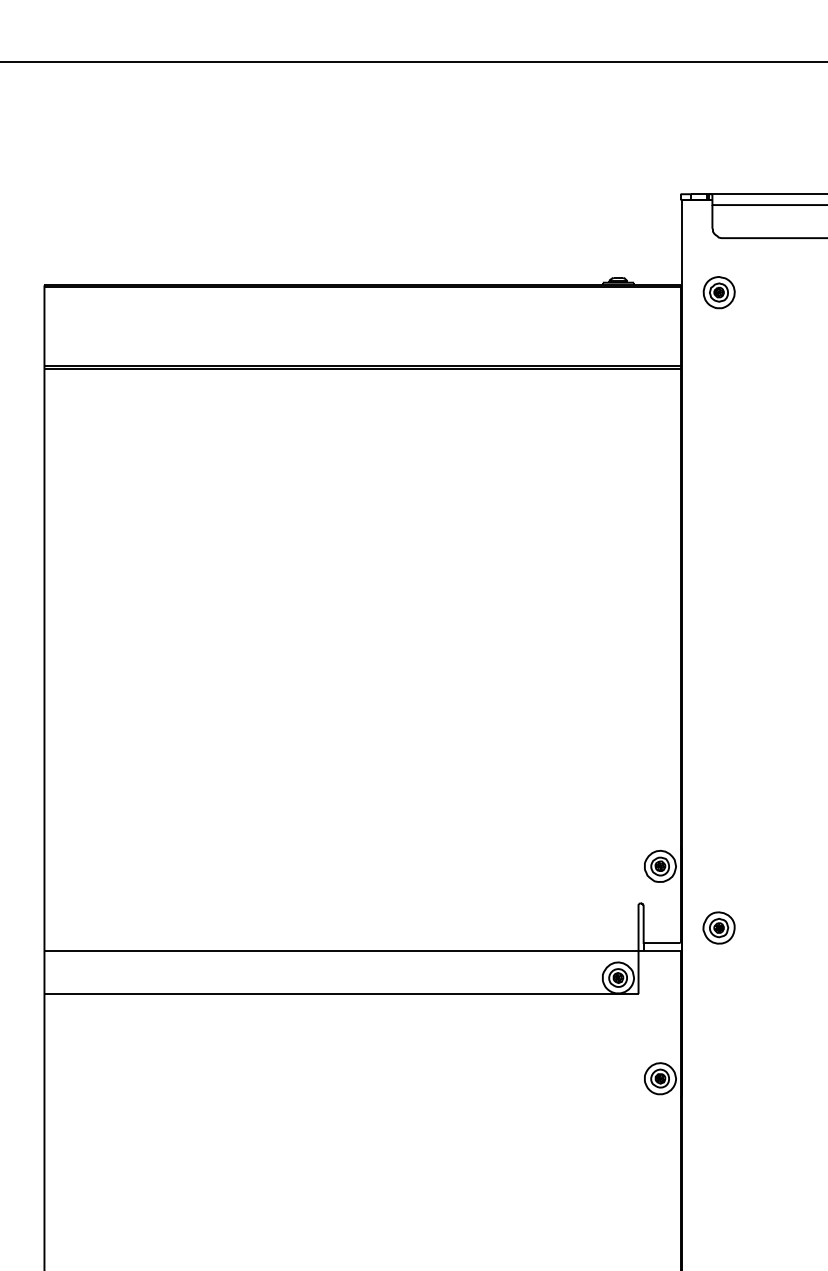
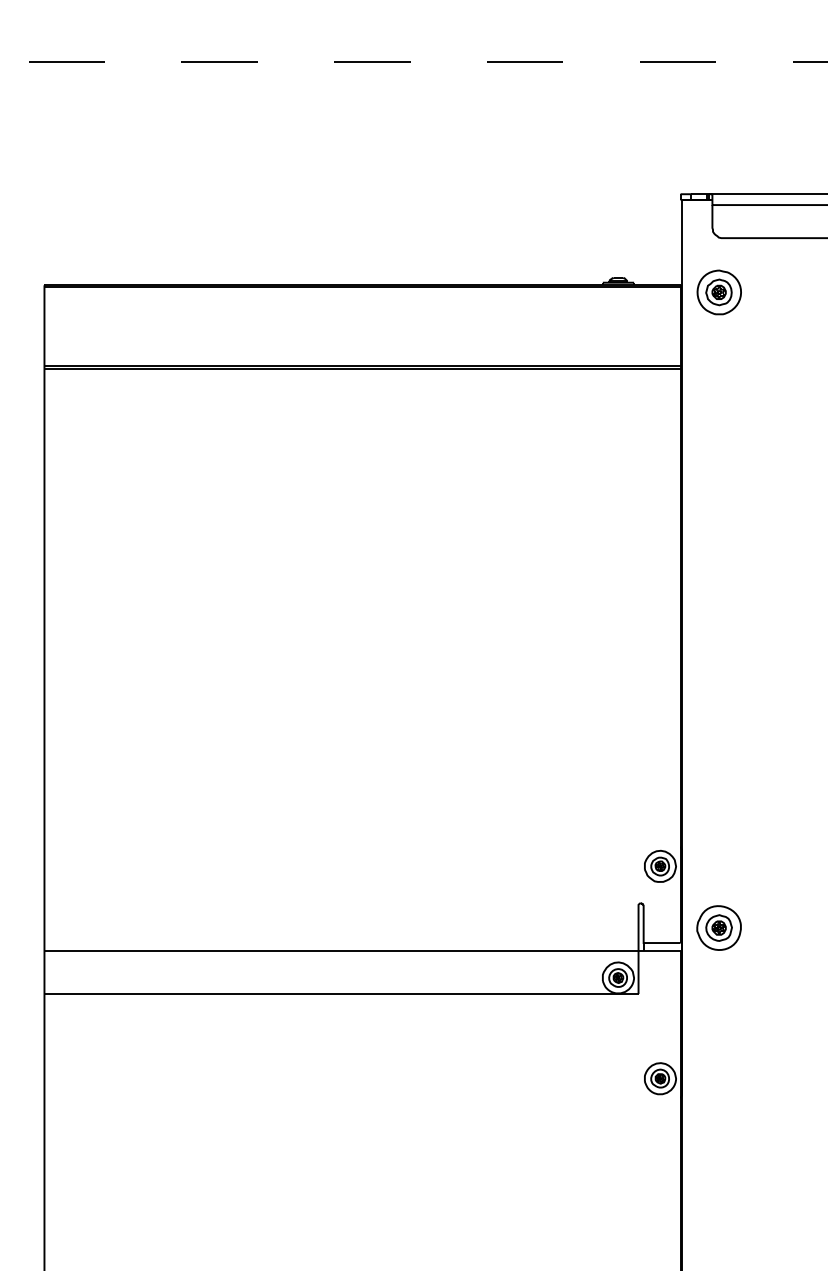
line at (413, 61): solid -> dashed
part at (718, 292) size: 34x34 px -> 46x47 px
part at (718, 927) size: 34x34 px -> 46x46 px
